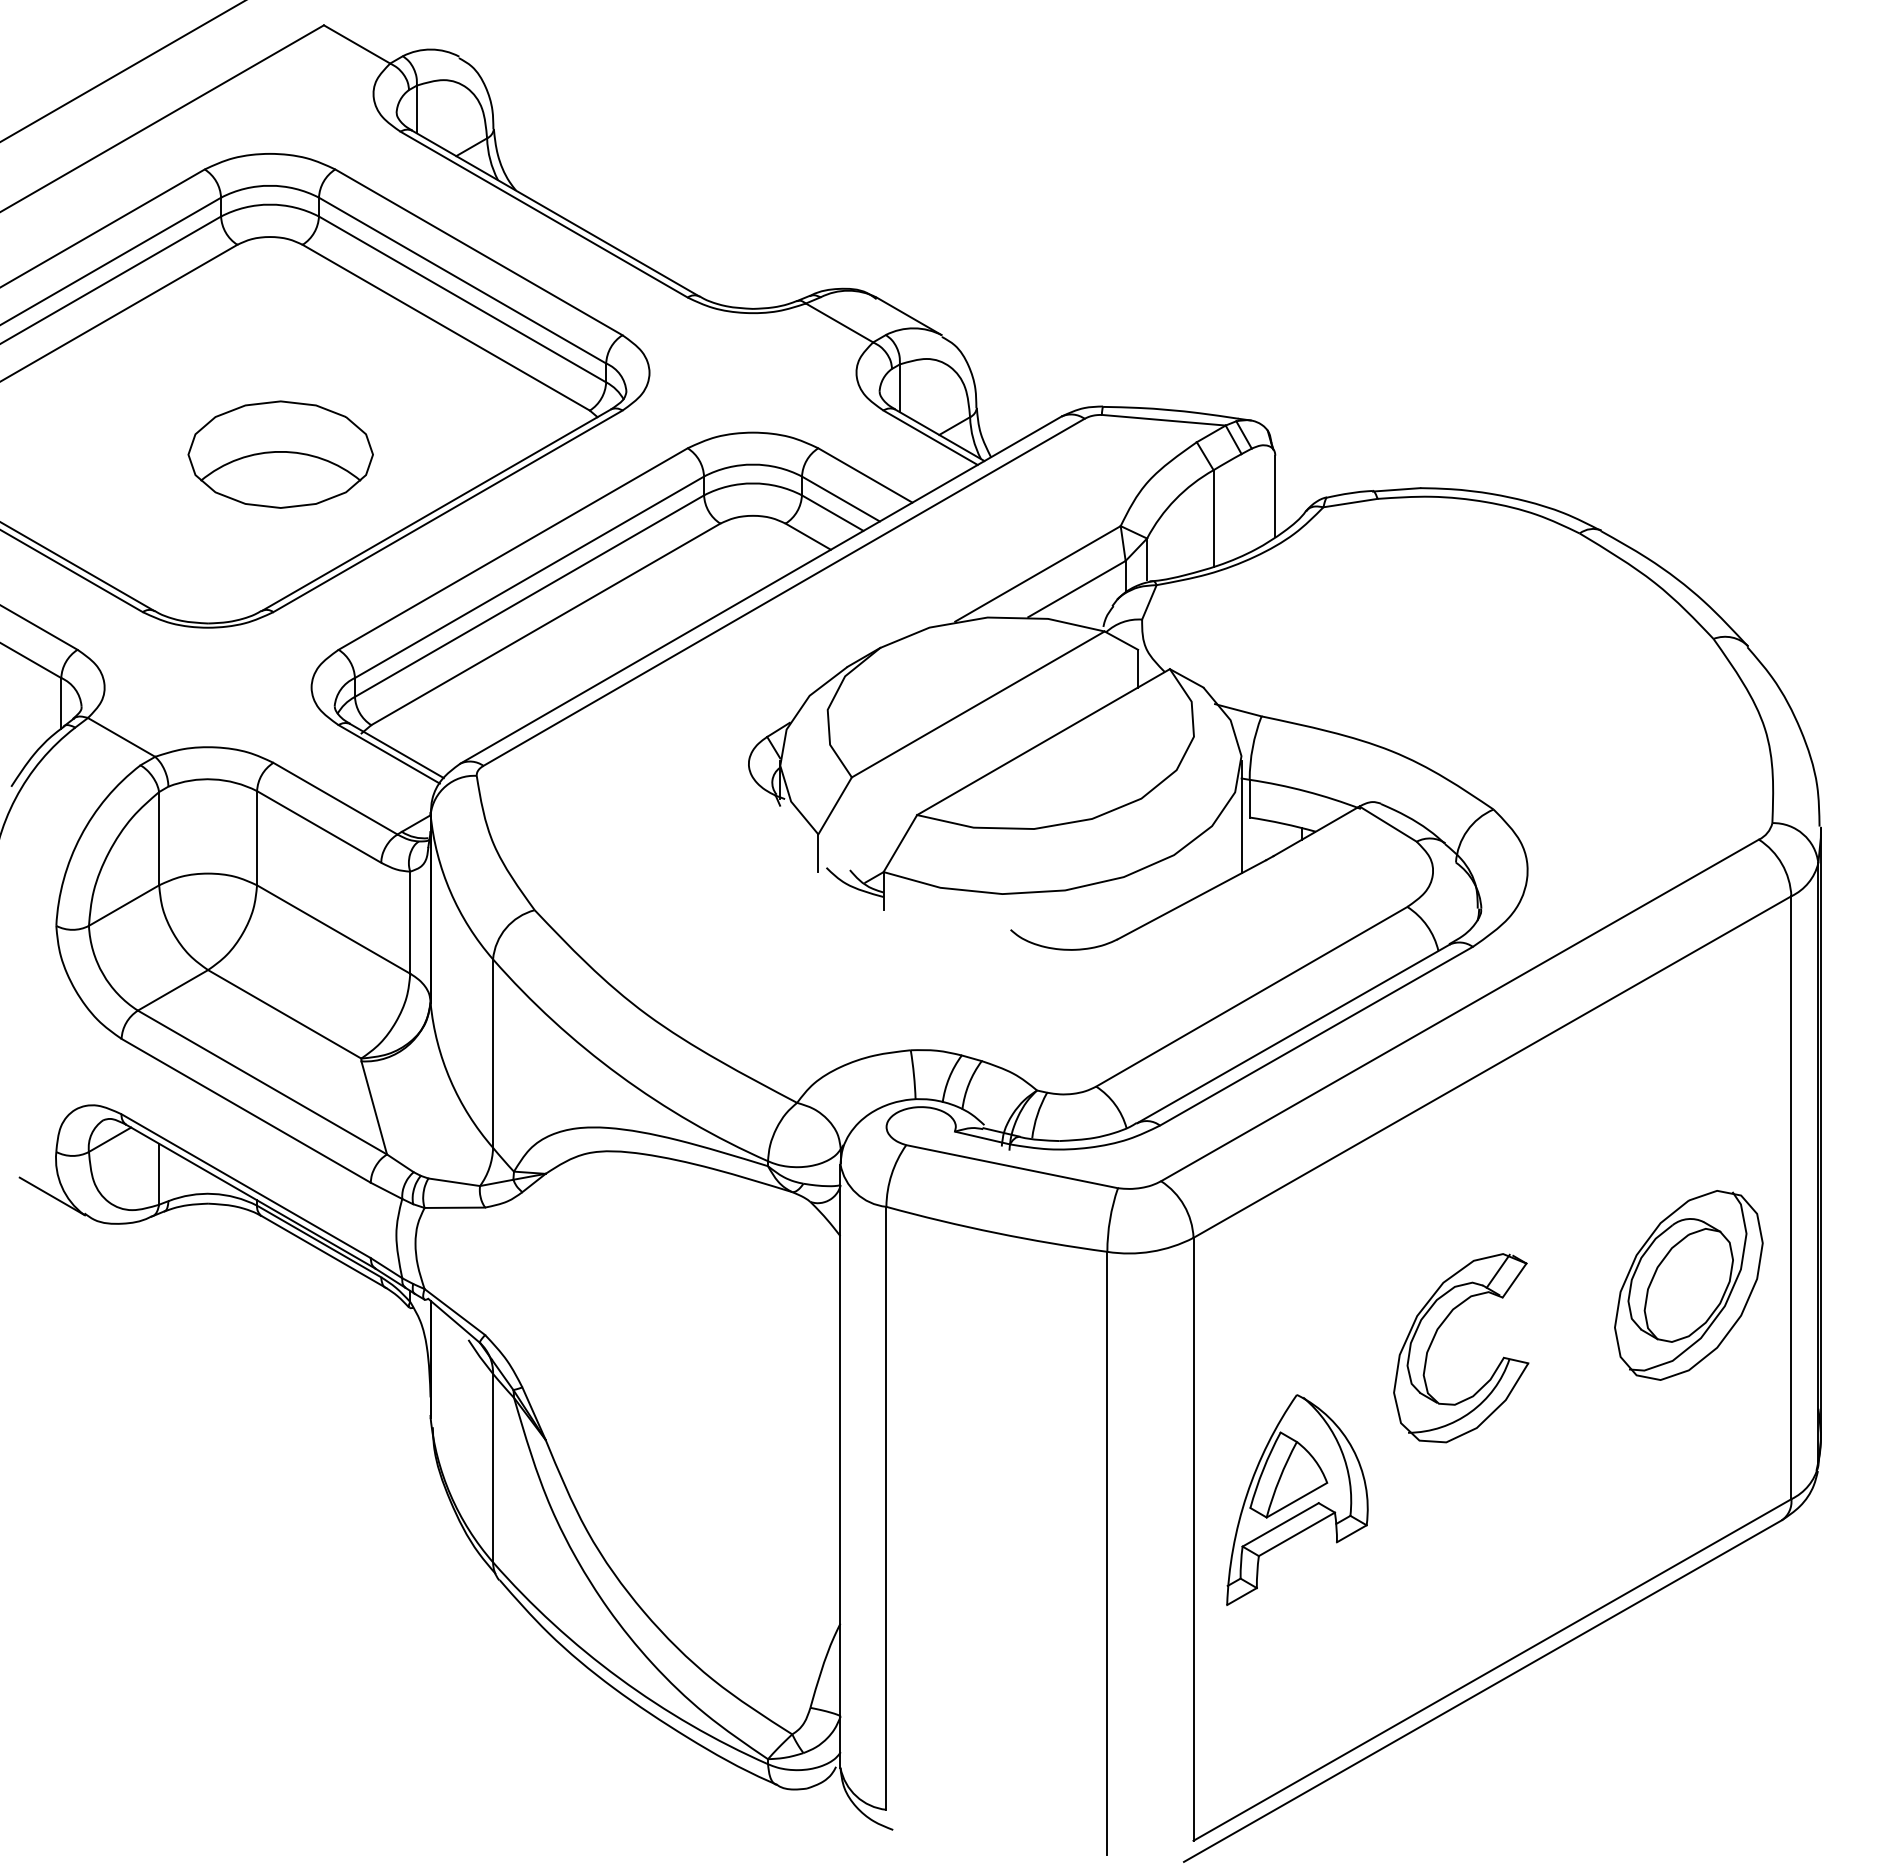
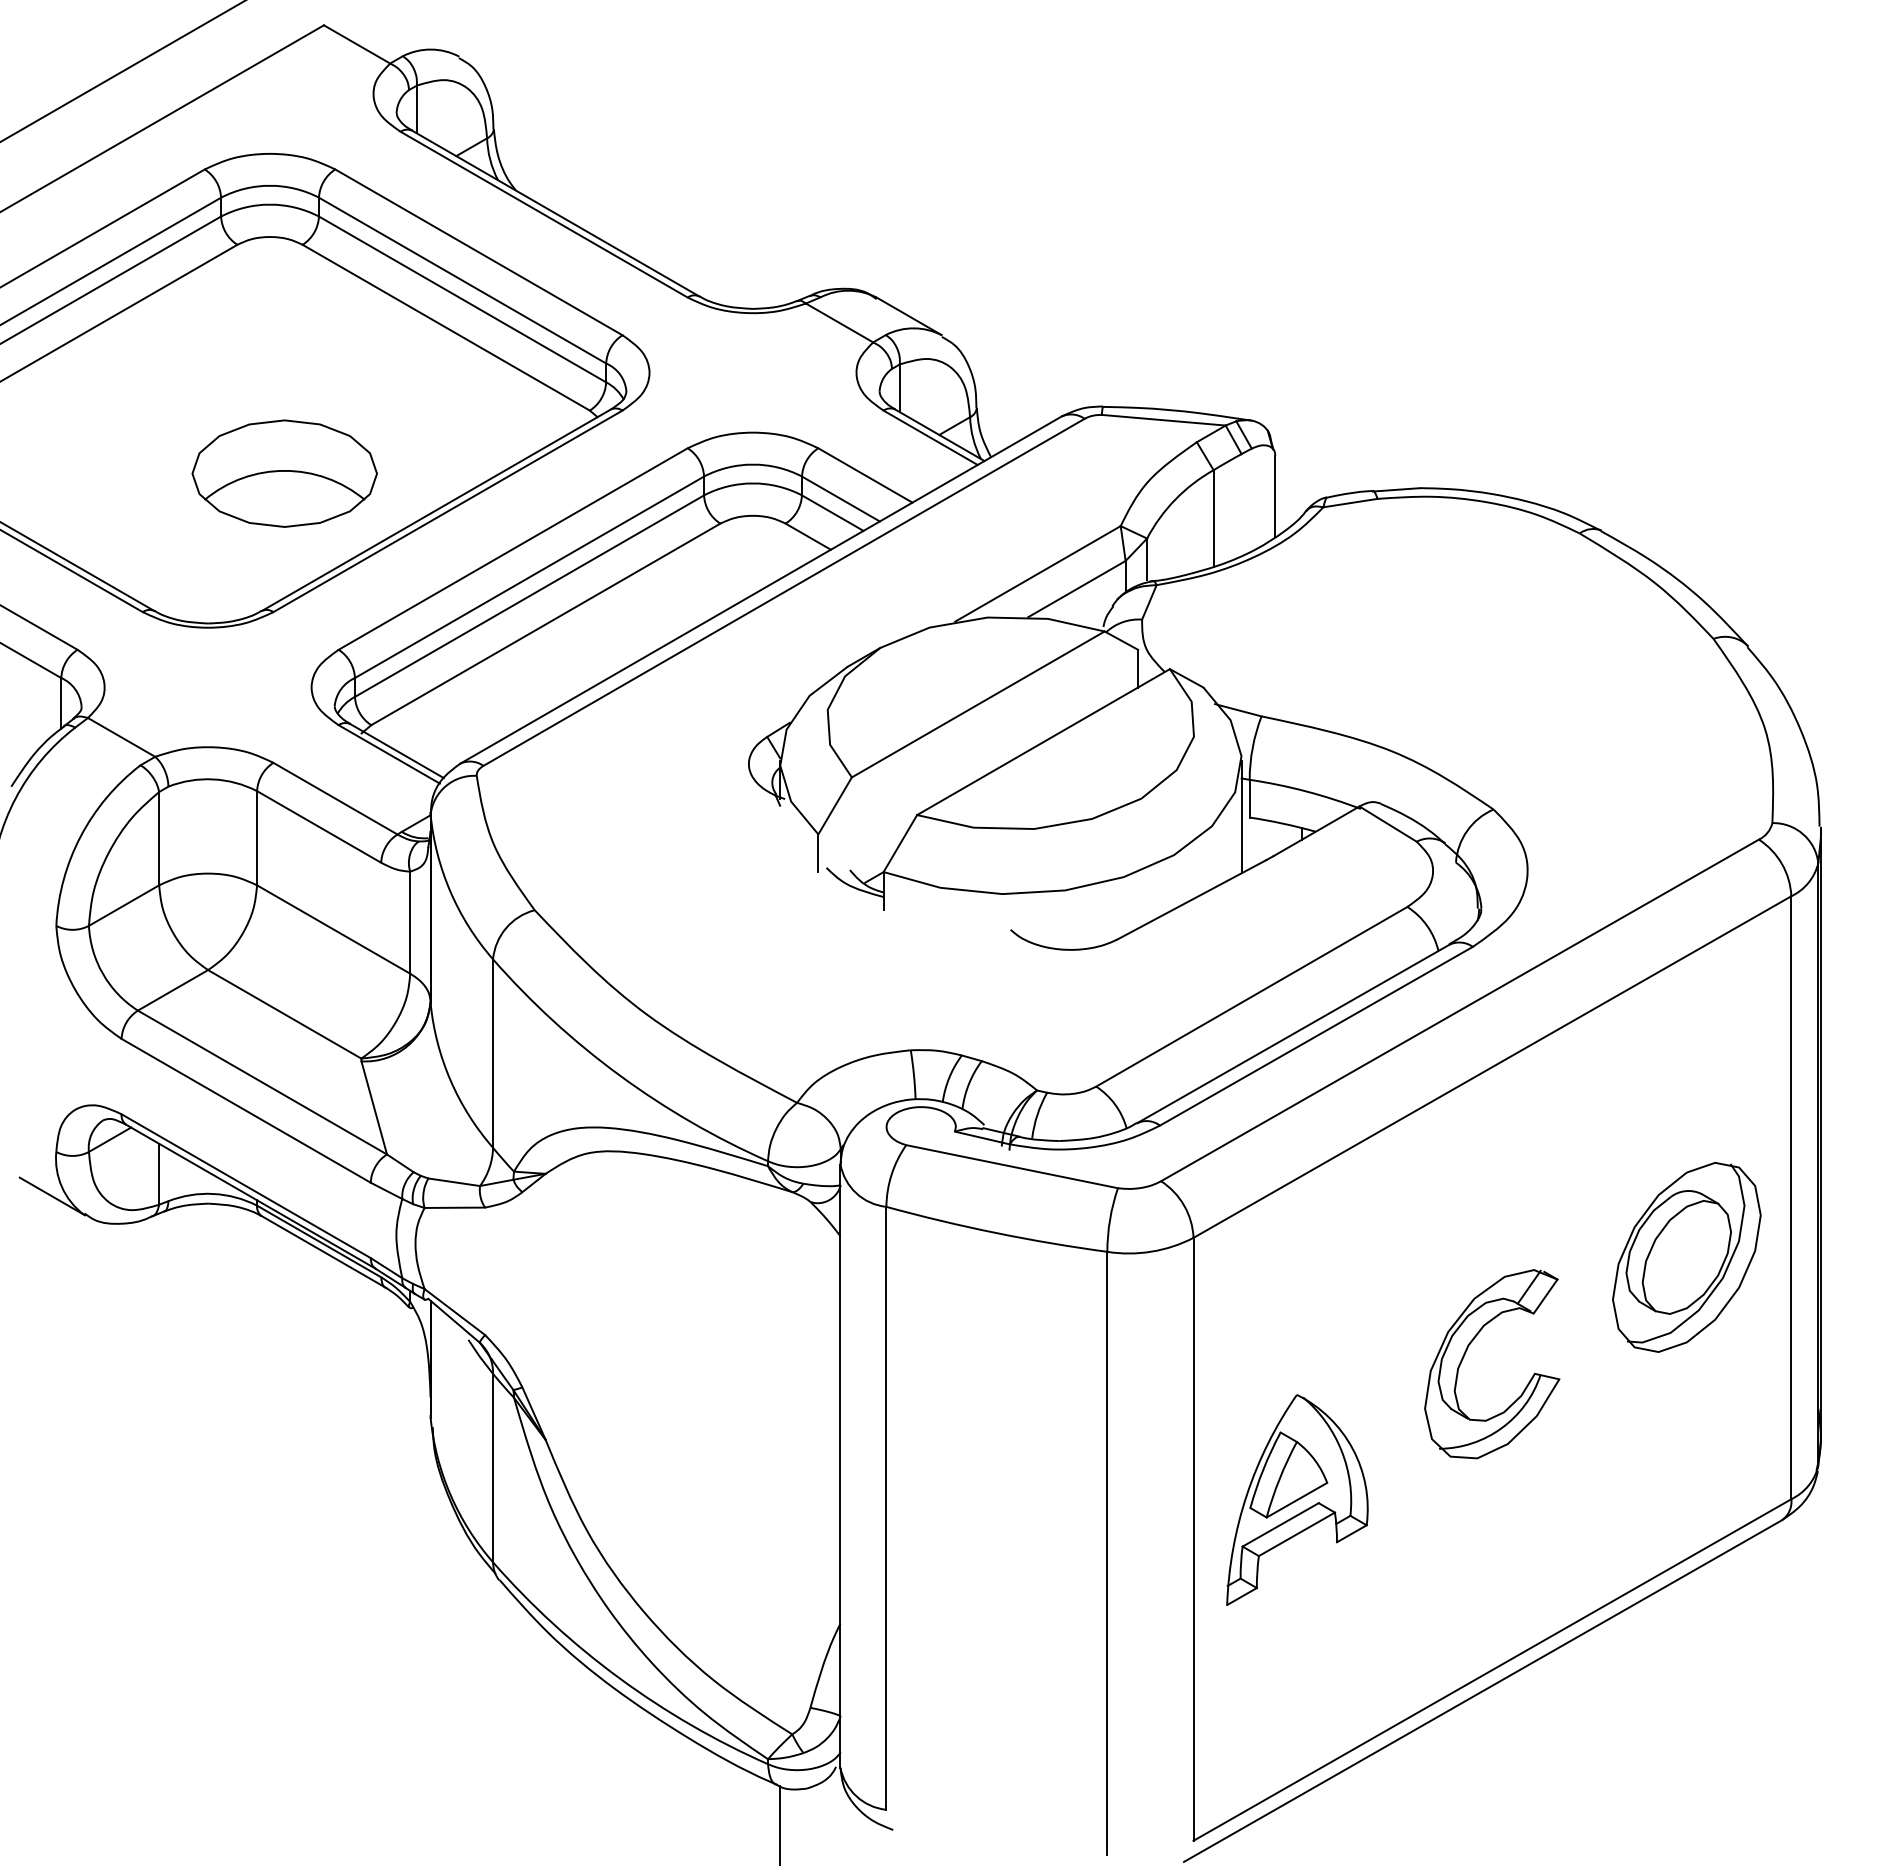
part at (280, 454) position: (280, 454) -> (284, 473)
part at (1688, 1285) position: (1688, 1285) -> (1686, 1257)
part at (1435, 1336) position: (1435, 1336) -> (1466, 1352)
line at (780, 1824): none -> present
